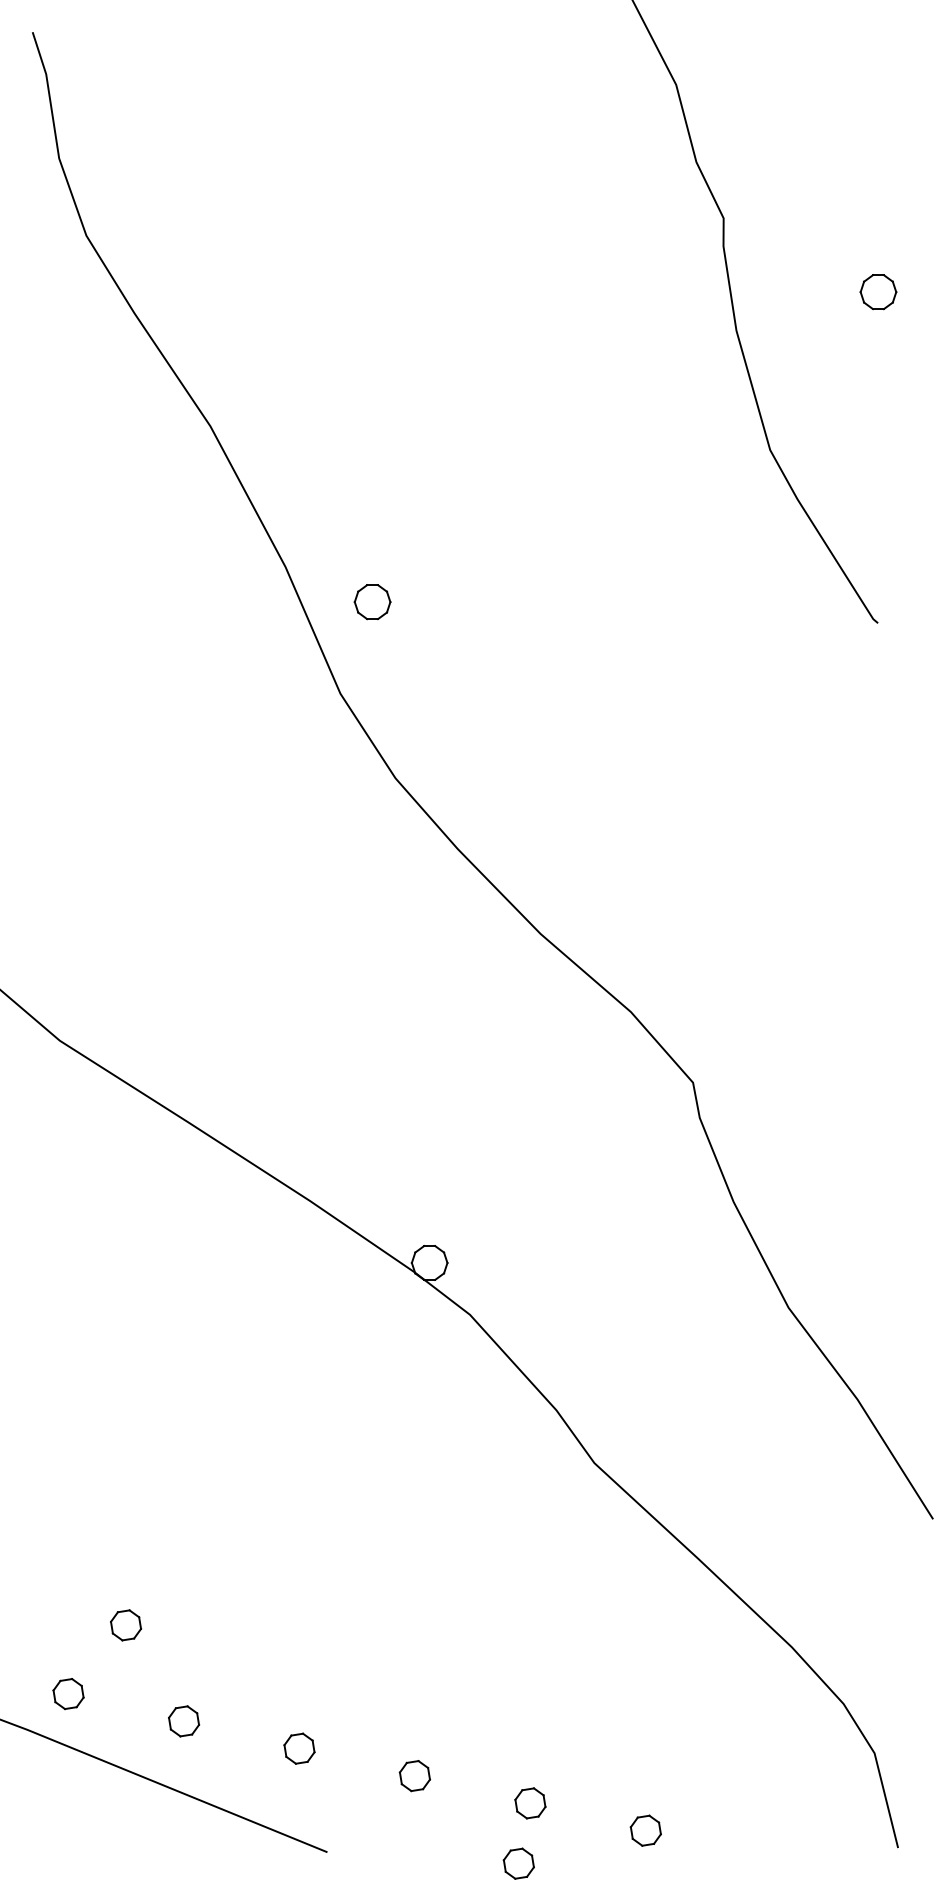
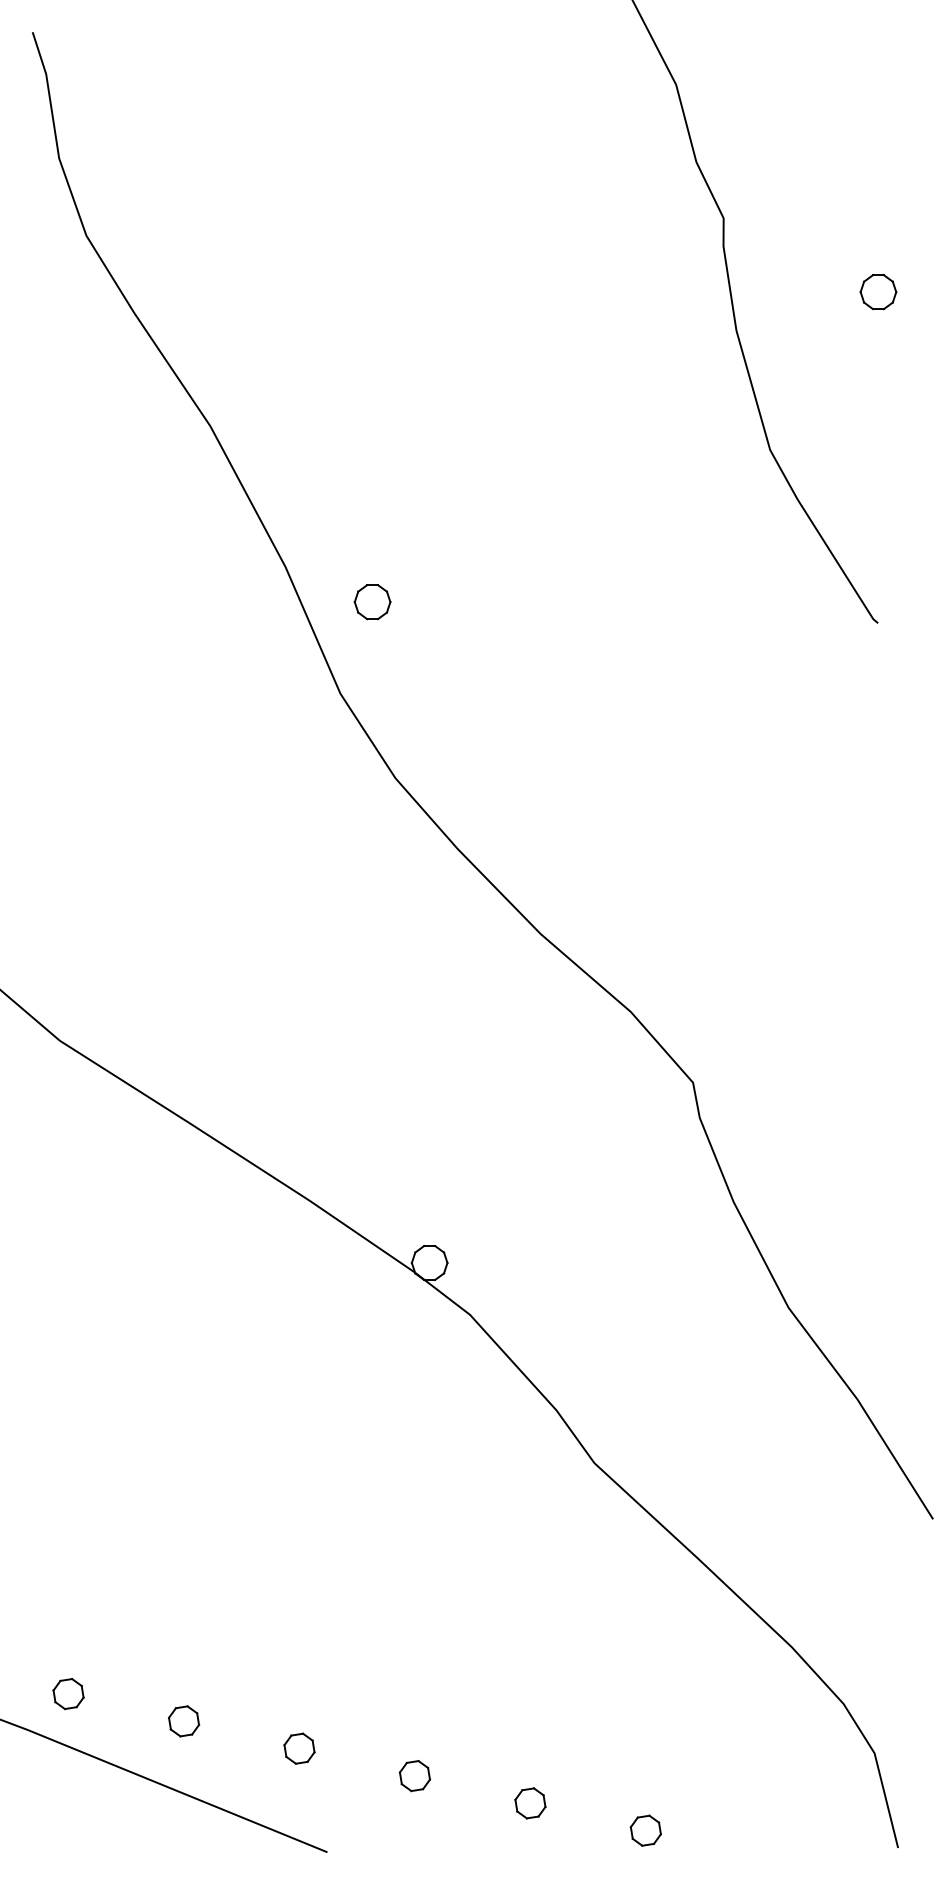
part at (126, 1625): present -> none
part at (518, 1863): present -> none
